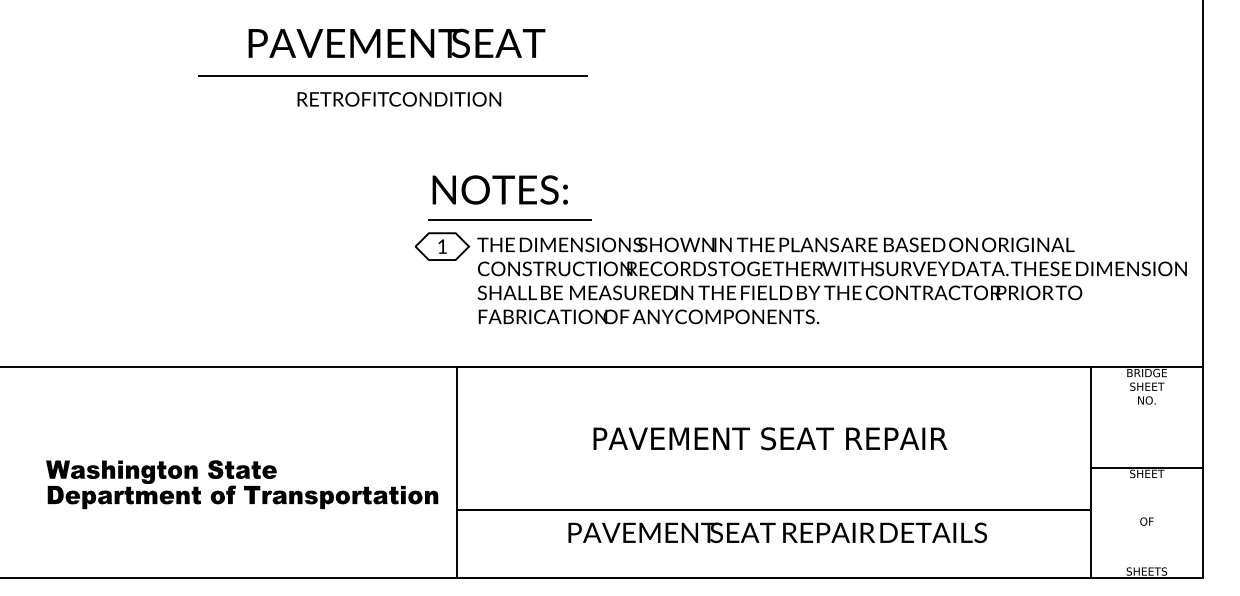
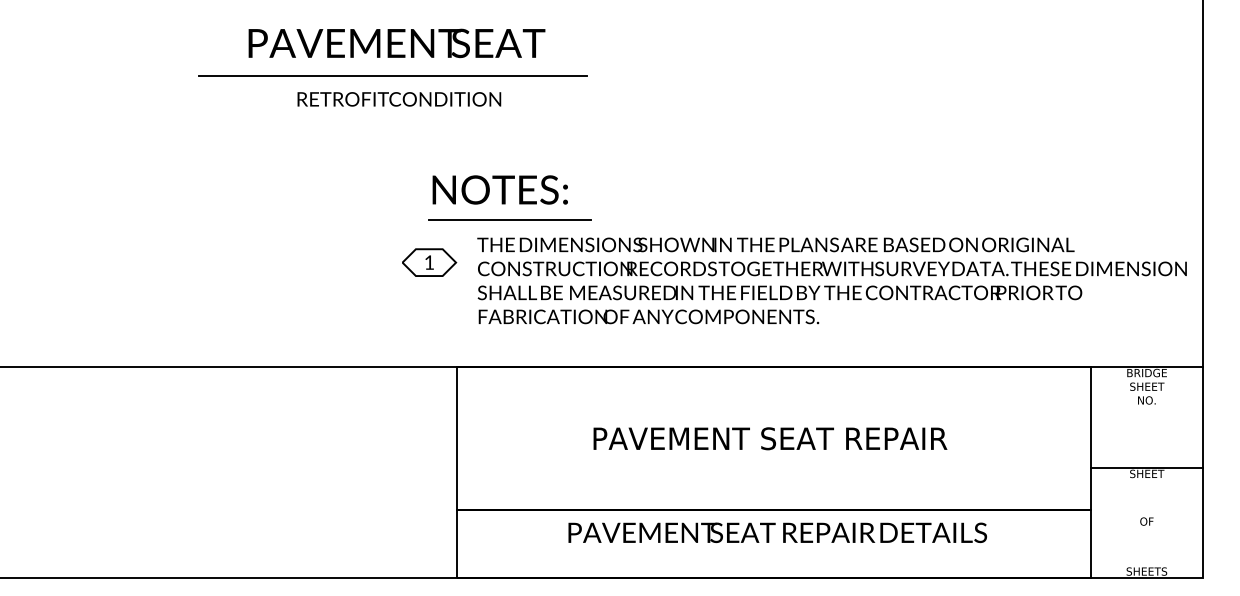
part at (442, 246) position: (442, 246) -> (429, 262)
part at (242, 484): present -> none
